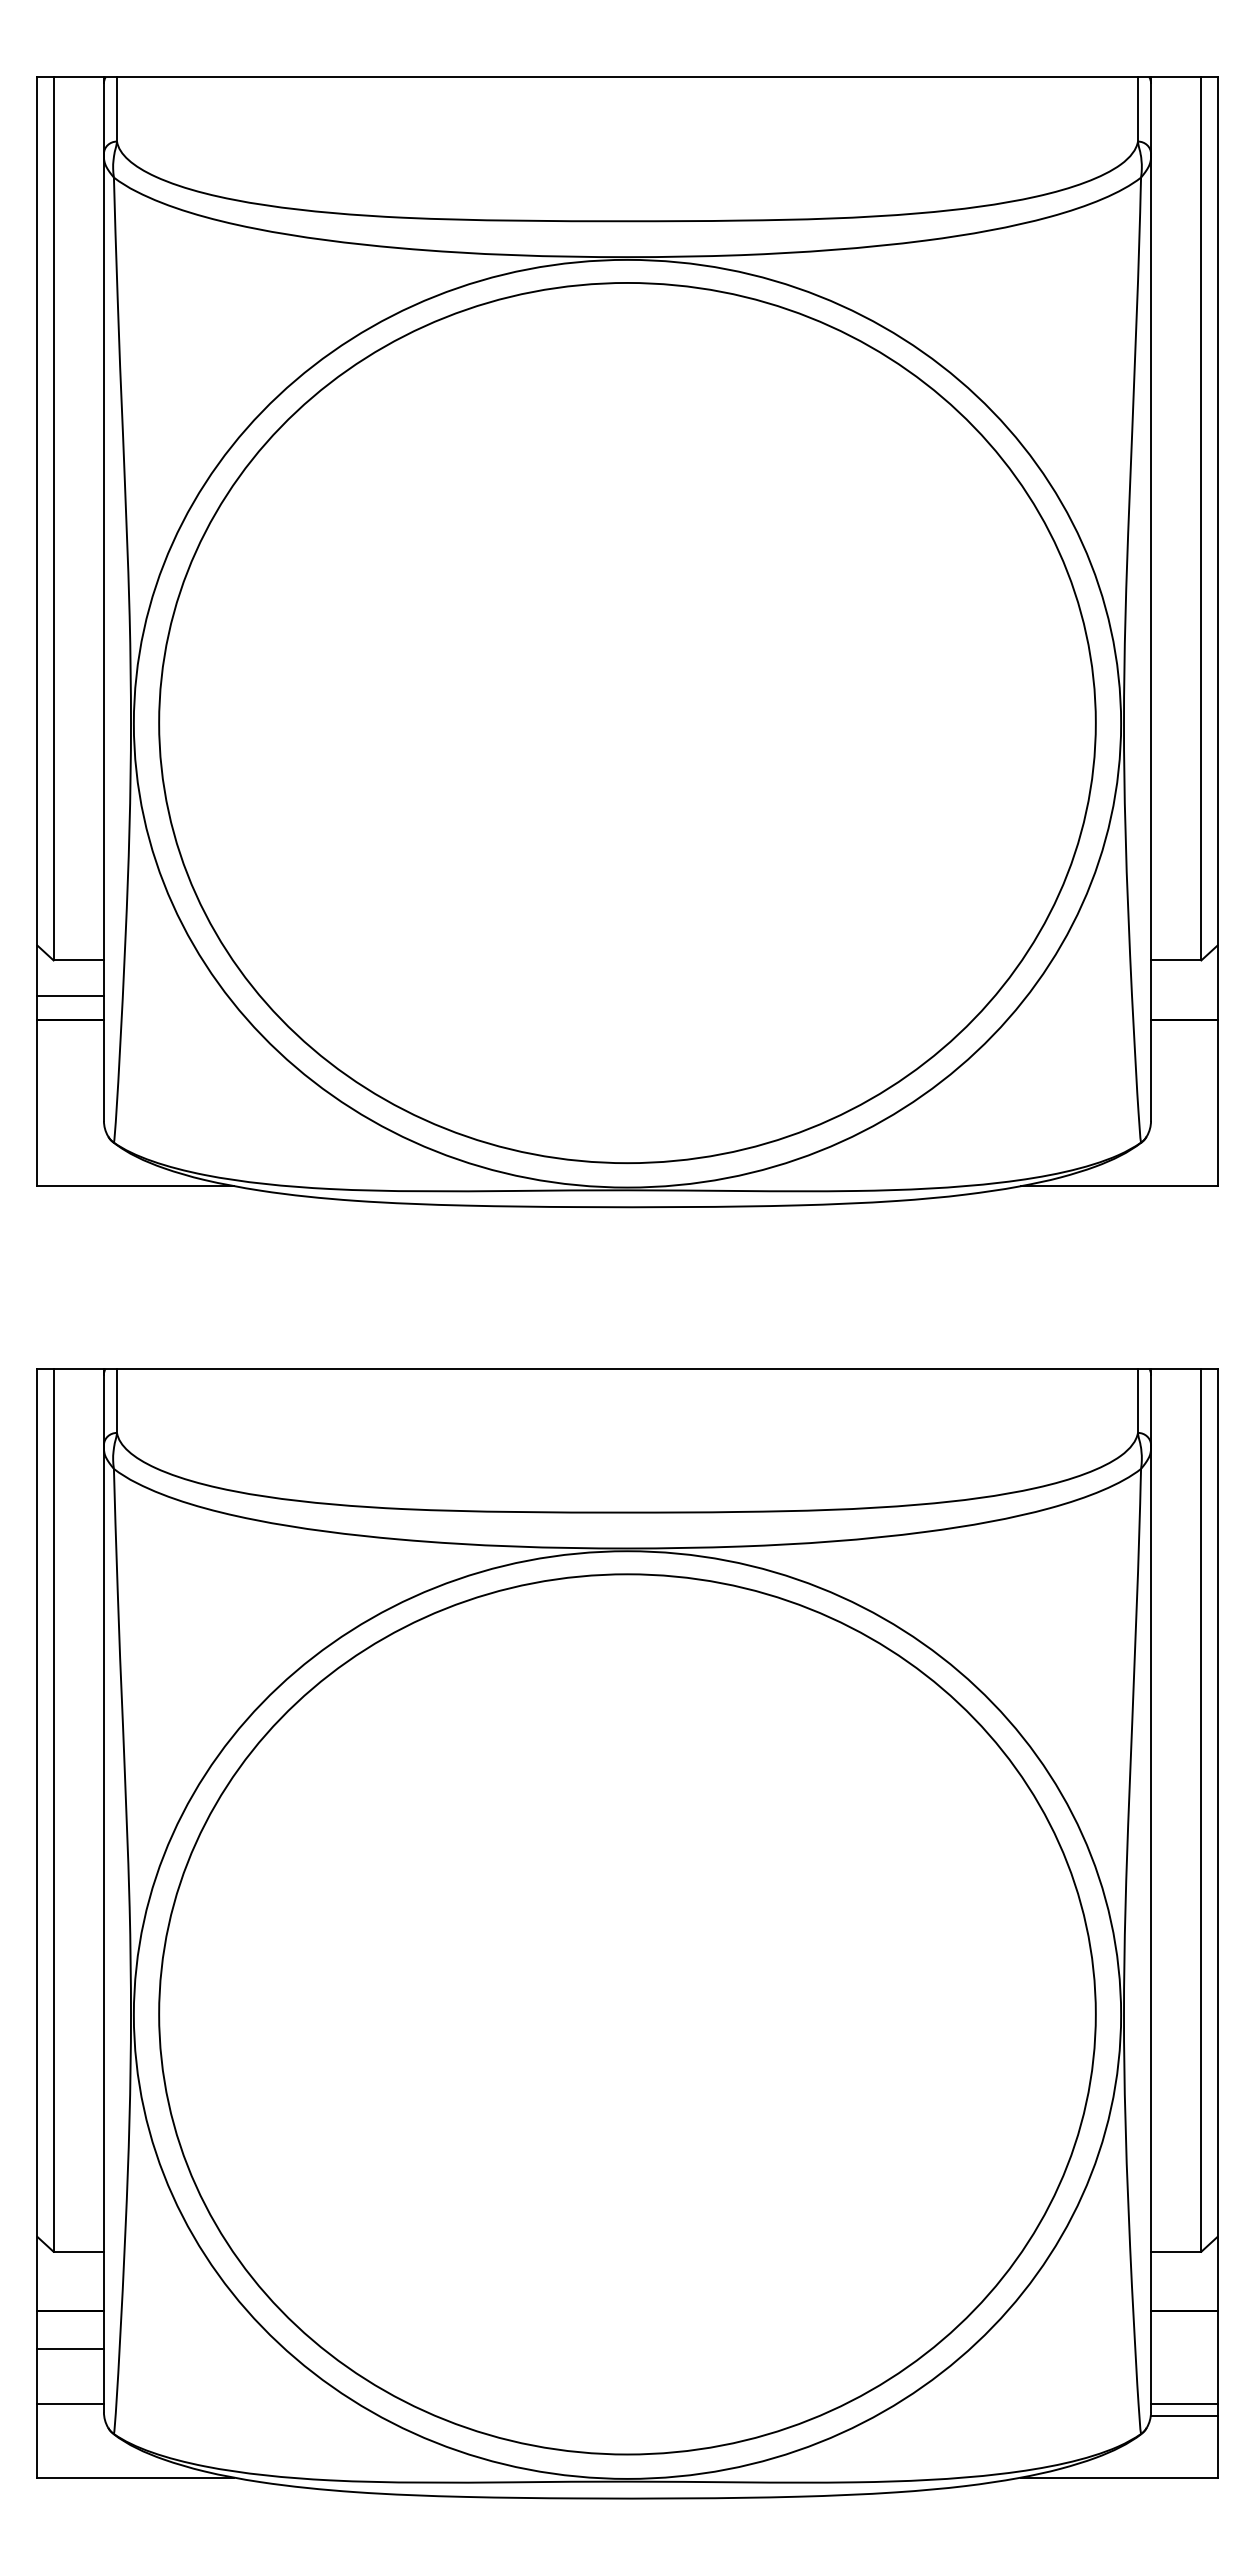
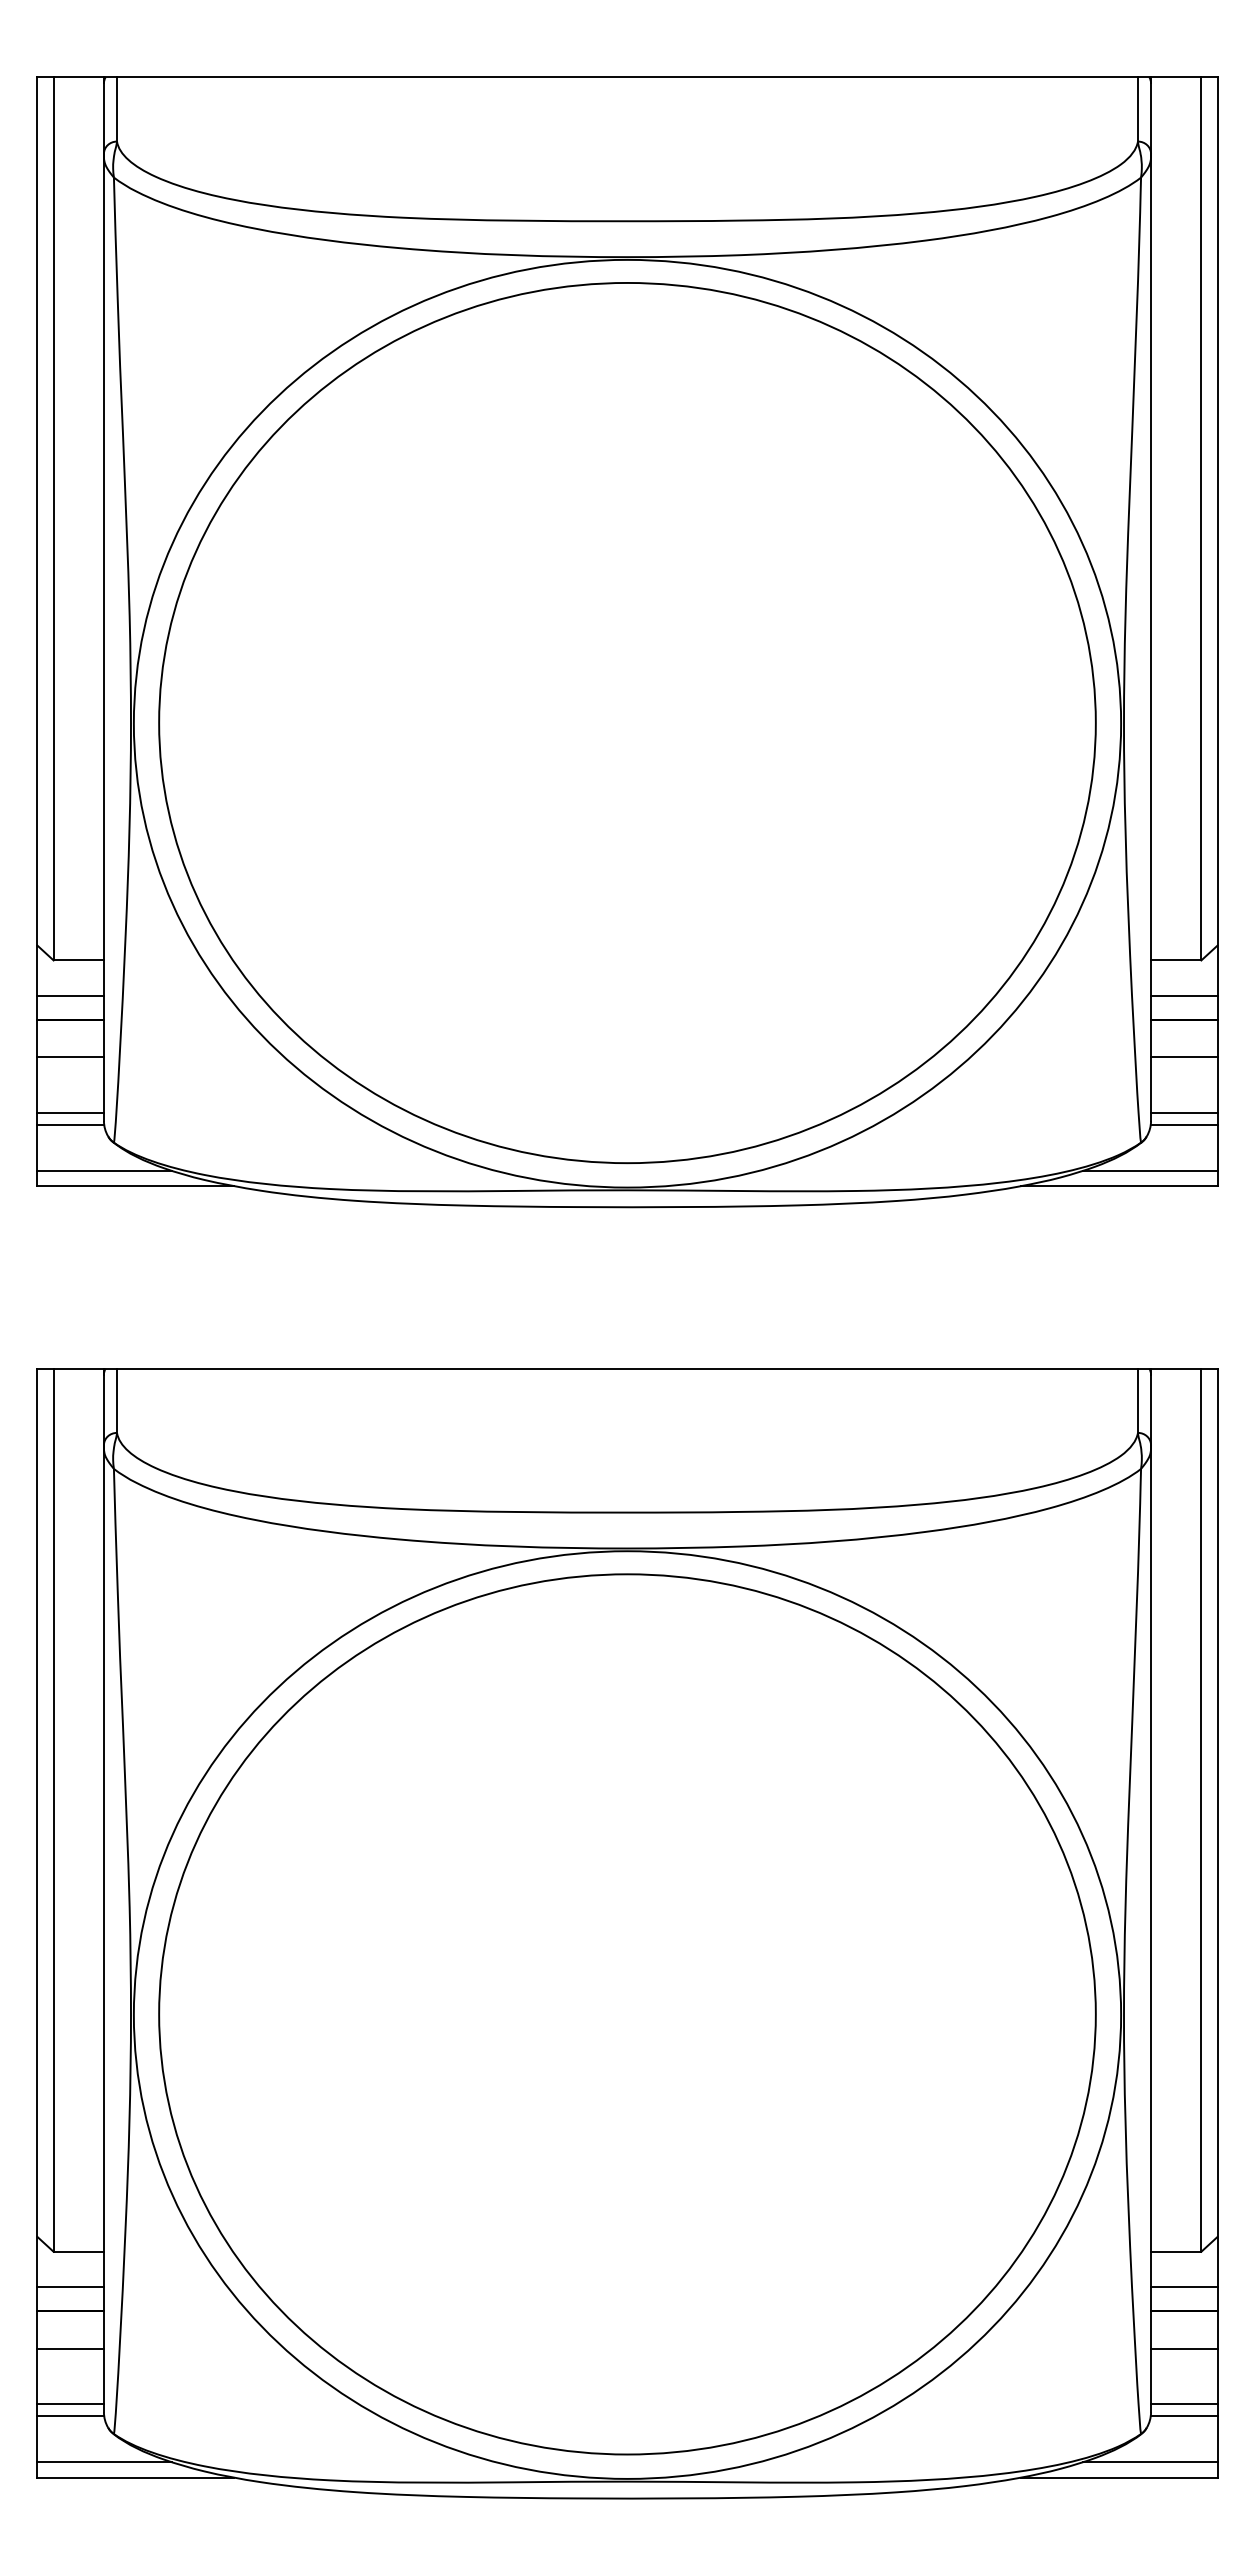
line at (1184, 996): none -> present
line at (70, 1057): none -> present
line at (1184, 1057): none -> present
line at (70, 1112): none -> present
line at (1184, 1112): none -> present
line at (70, 1124): none -> present
line at (1183, 1124): none -> present
line at (104, 1171): none -> present
line at (1149, 1171): none -> present
line at (70, 2287): none -> present
line at (1184, 2287): none -> present
line at (1184, 2348): none -> present
line at (70, 2416): none -> present
line at (104, 2462): none -> present
line at (1149, 2462): none -> present
